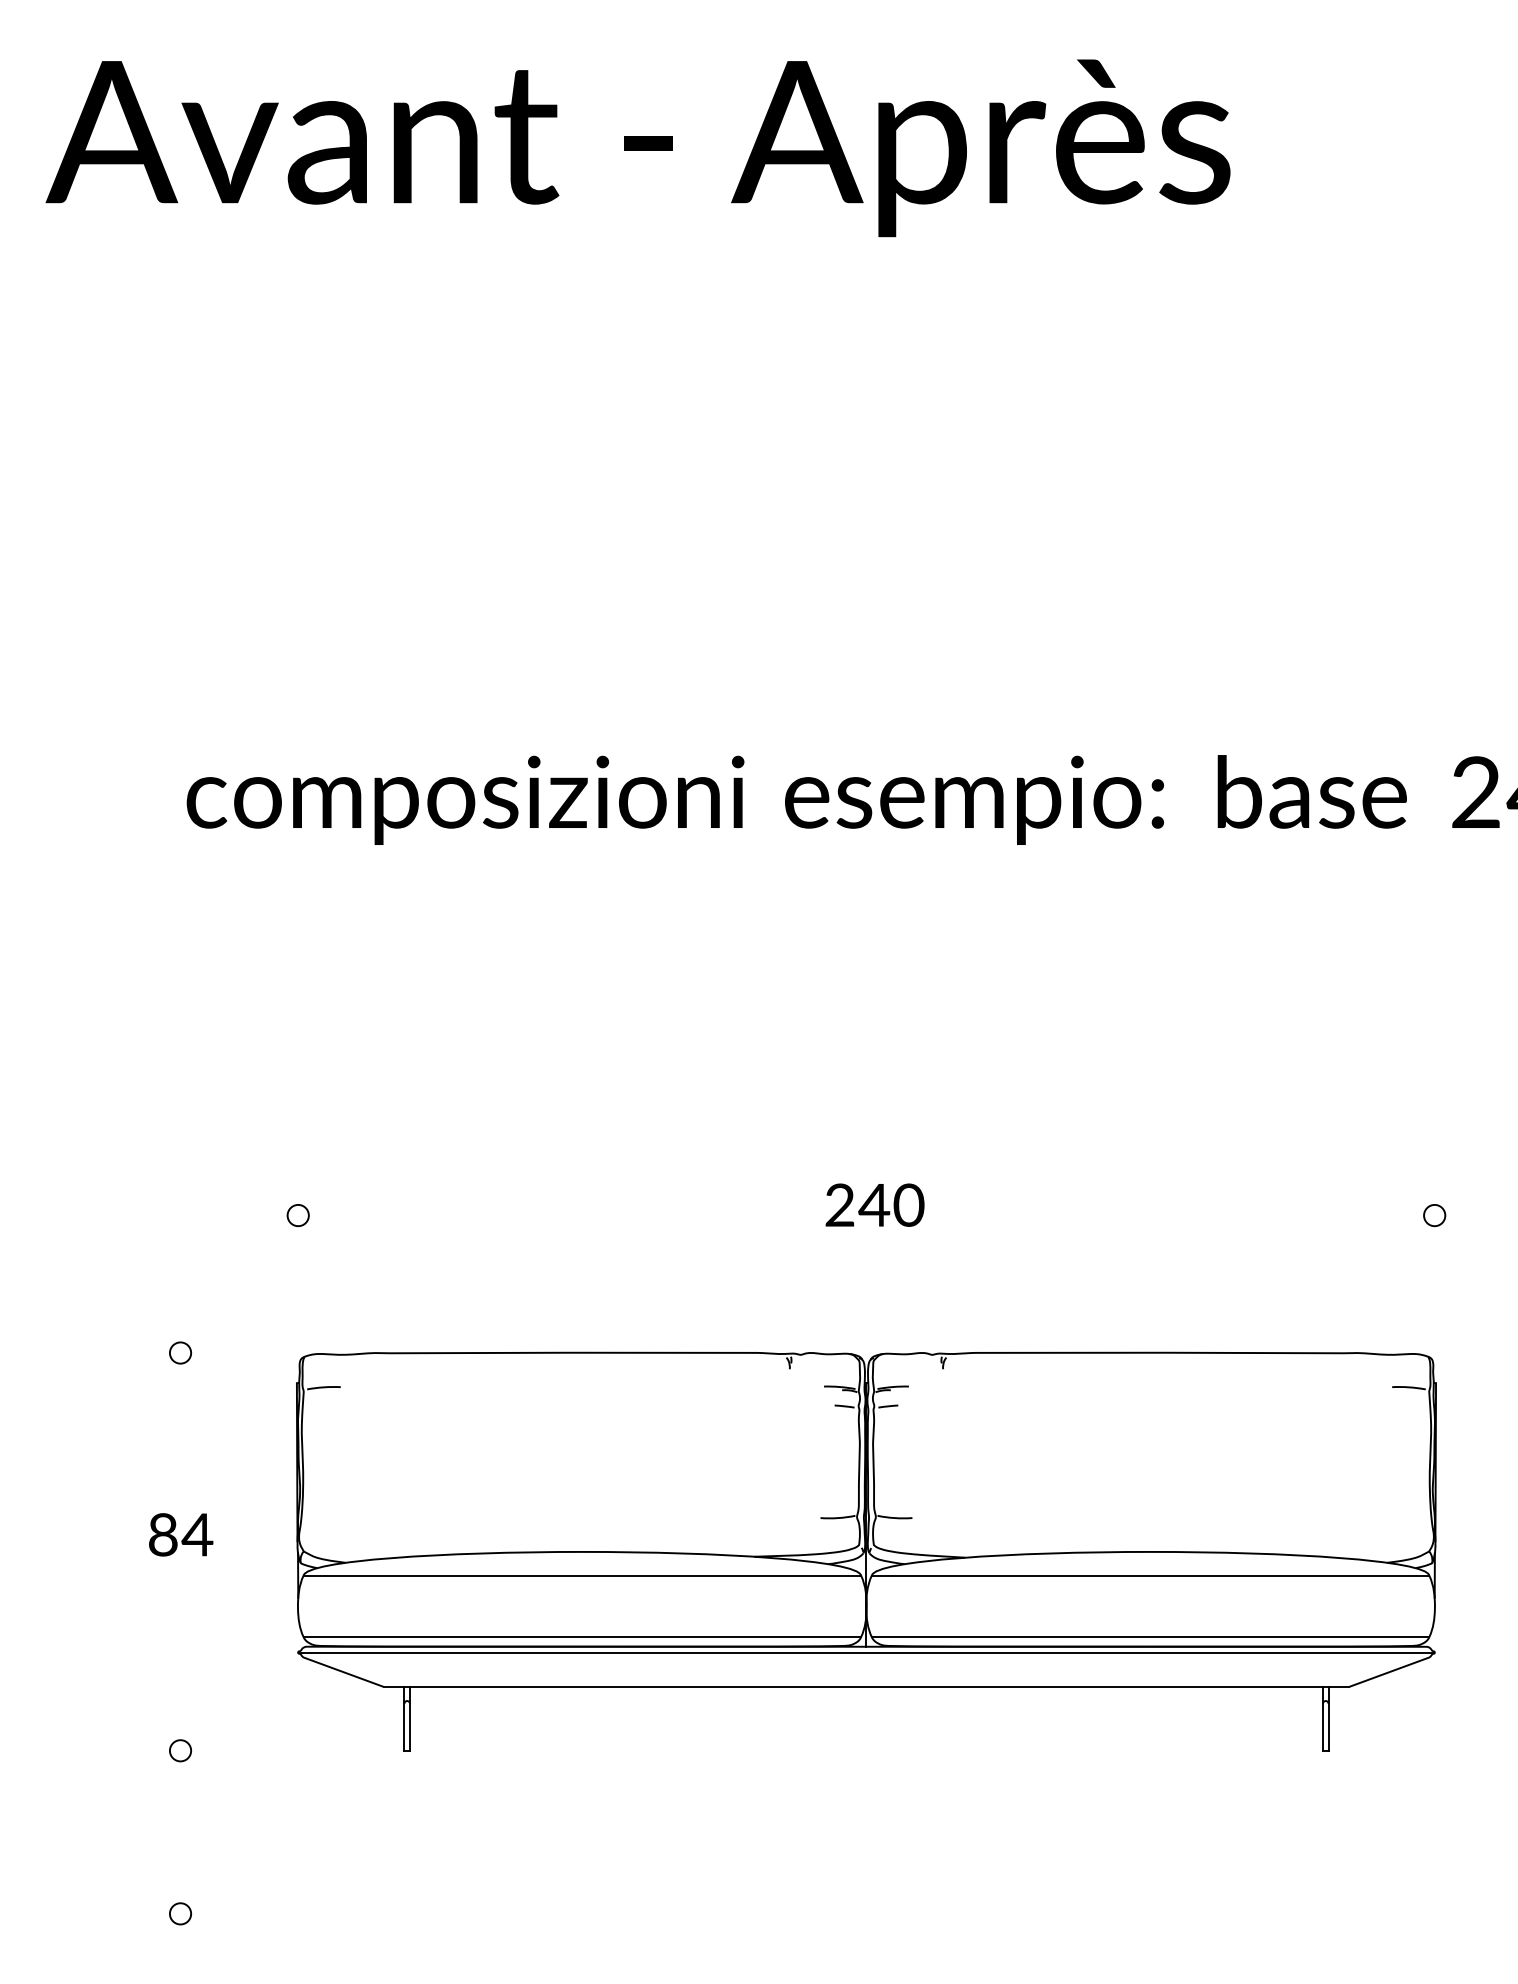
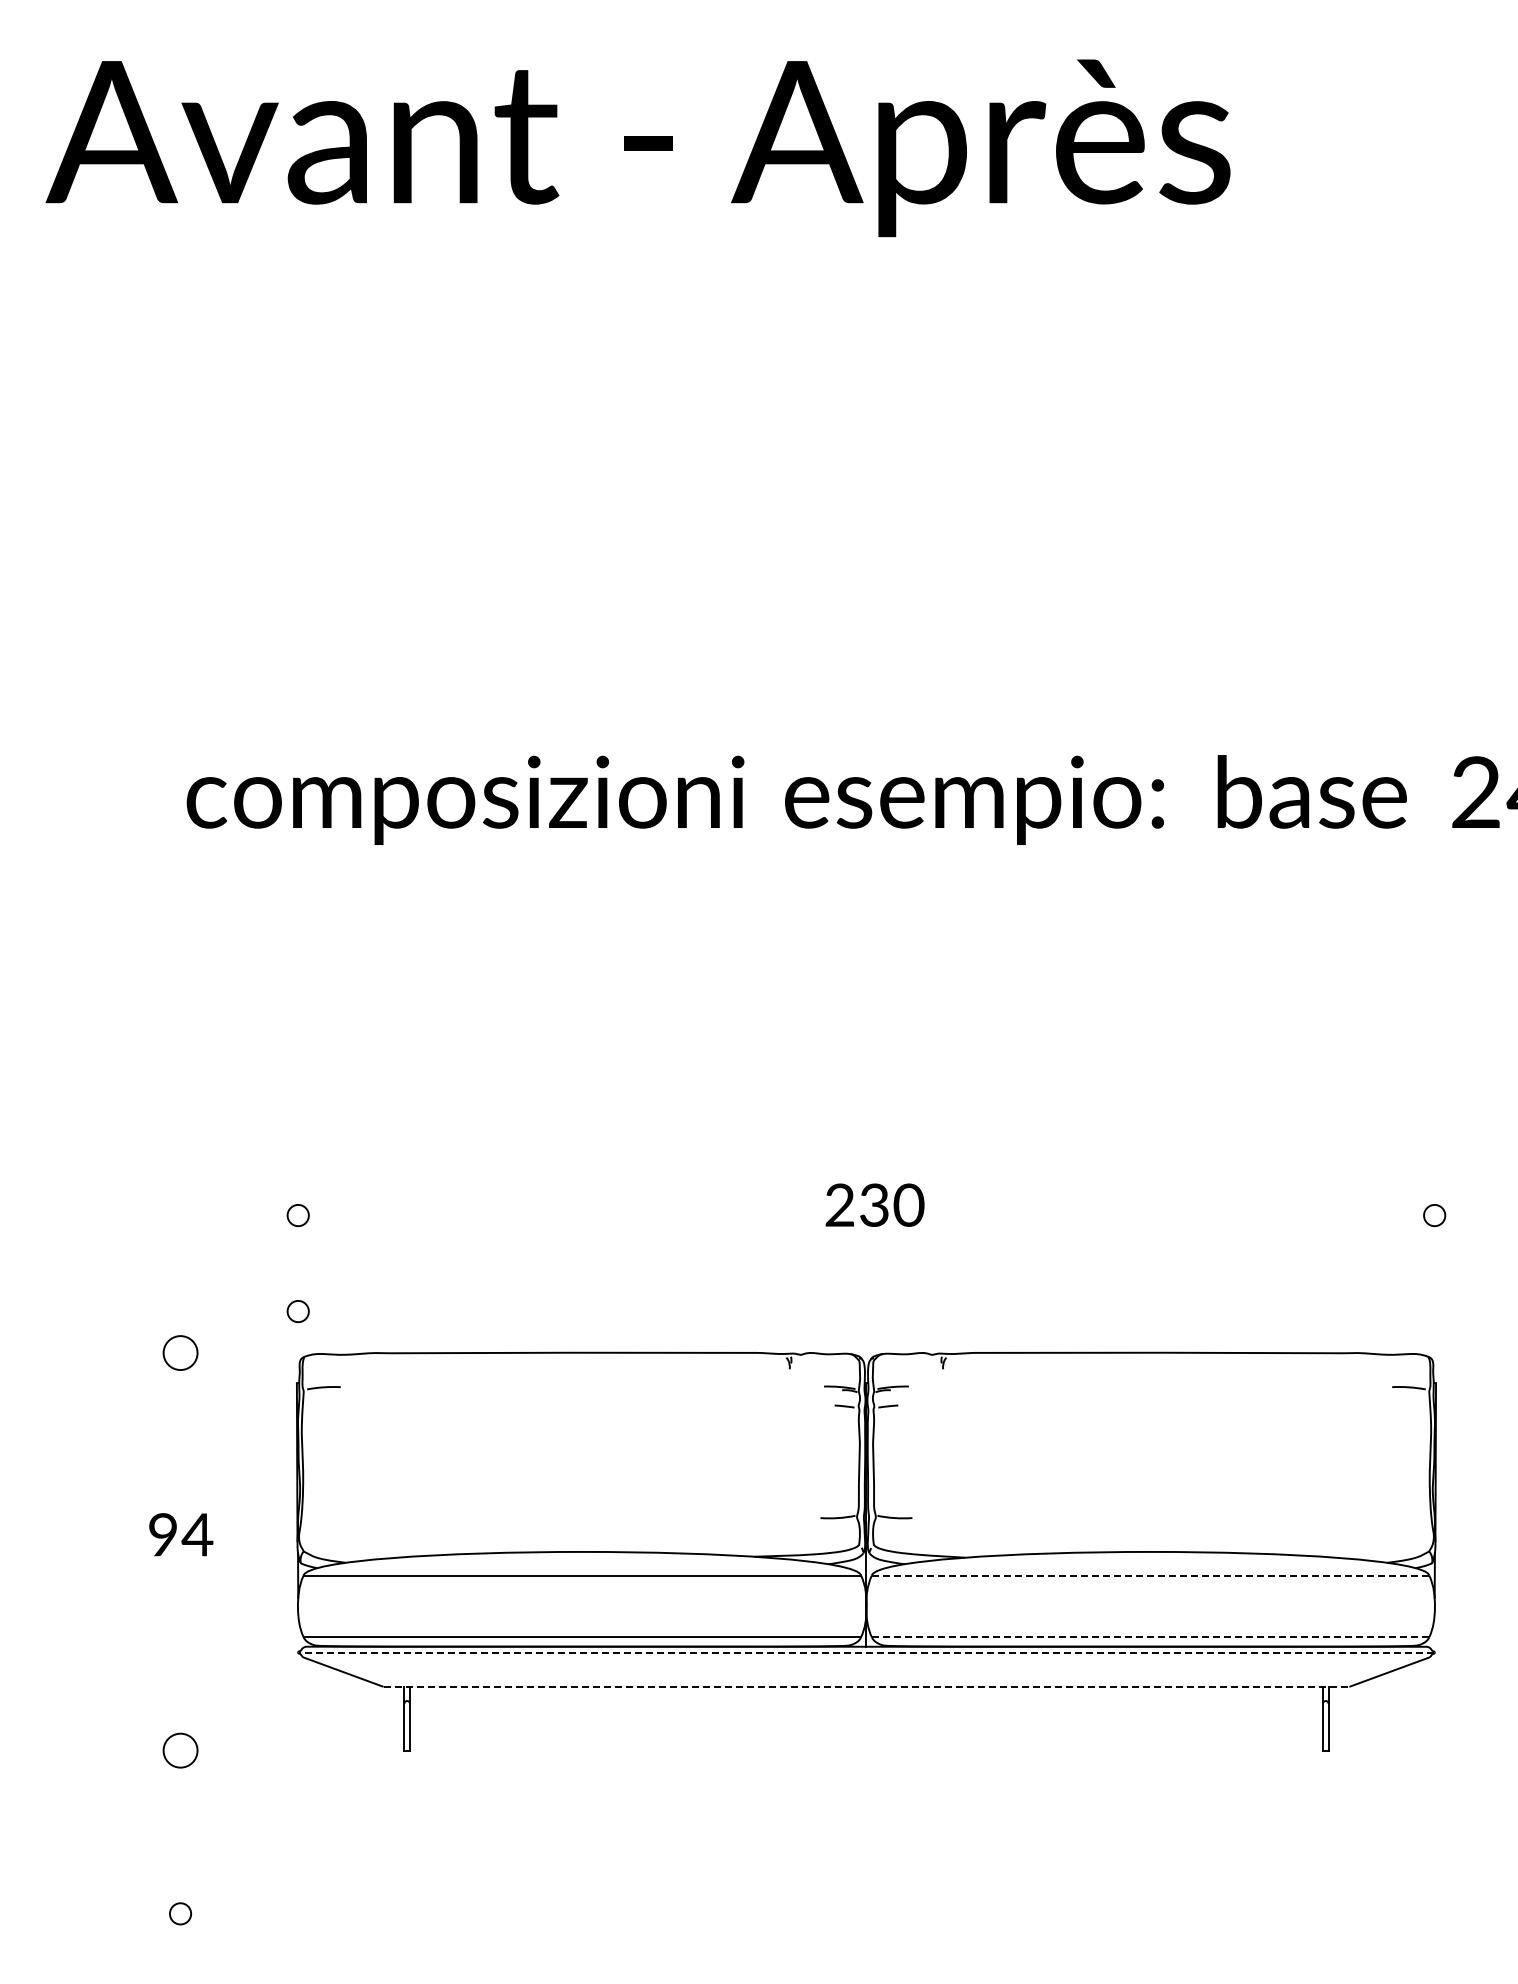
text at (874, 1204): 240 -> 230
part at (297, 1311): none -> present
circle at (180, 1352) size: 23x24 px -> 37x36 px
text at (163, 1535): 84 -> 94
line at (1150, 1575): solid -> dashed
line at (1150, 1637): solid -> dashed
line at (866, 1652): solid -> dashed
line at (866, 1686): solid -> dashed
circle at (180, 1750) size: 23x24 px -> 37x37 px
